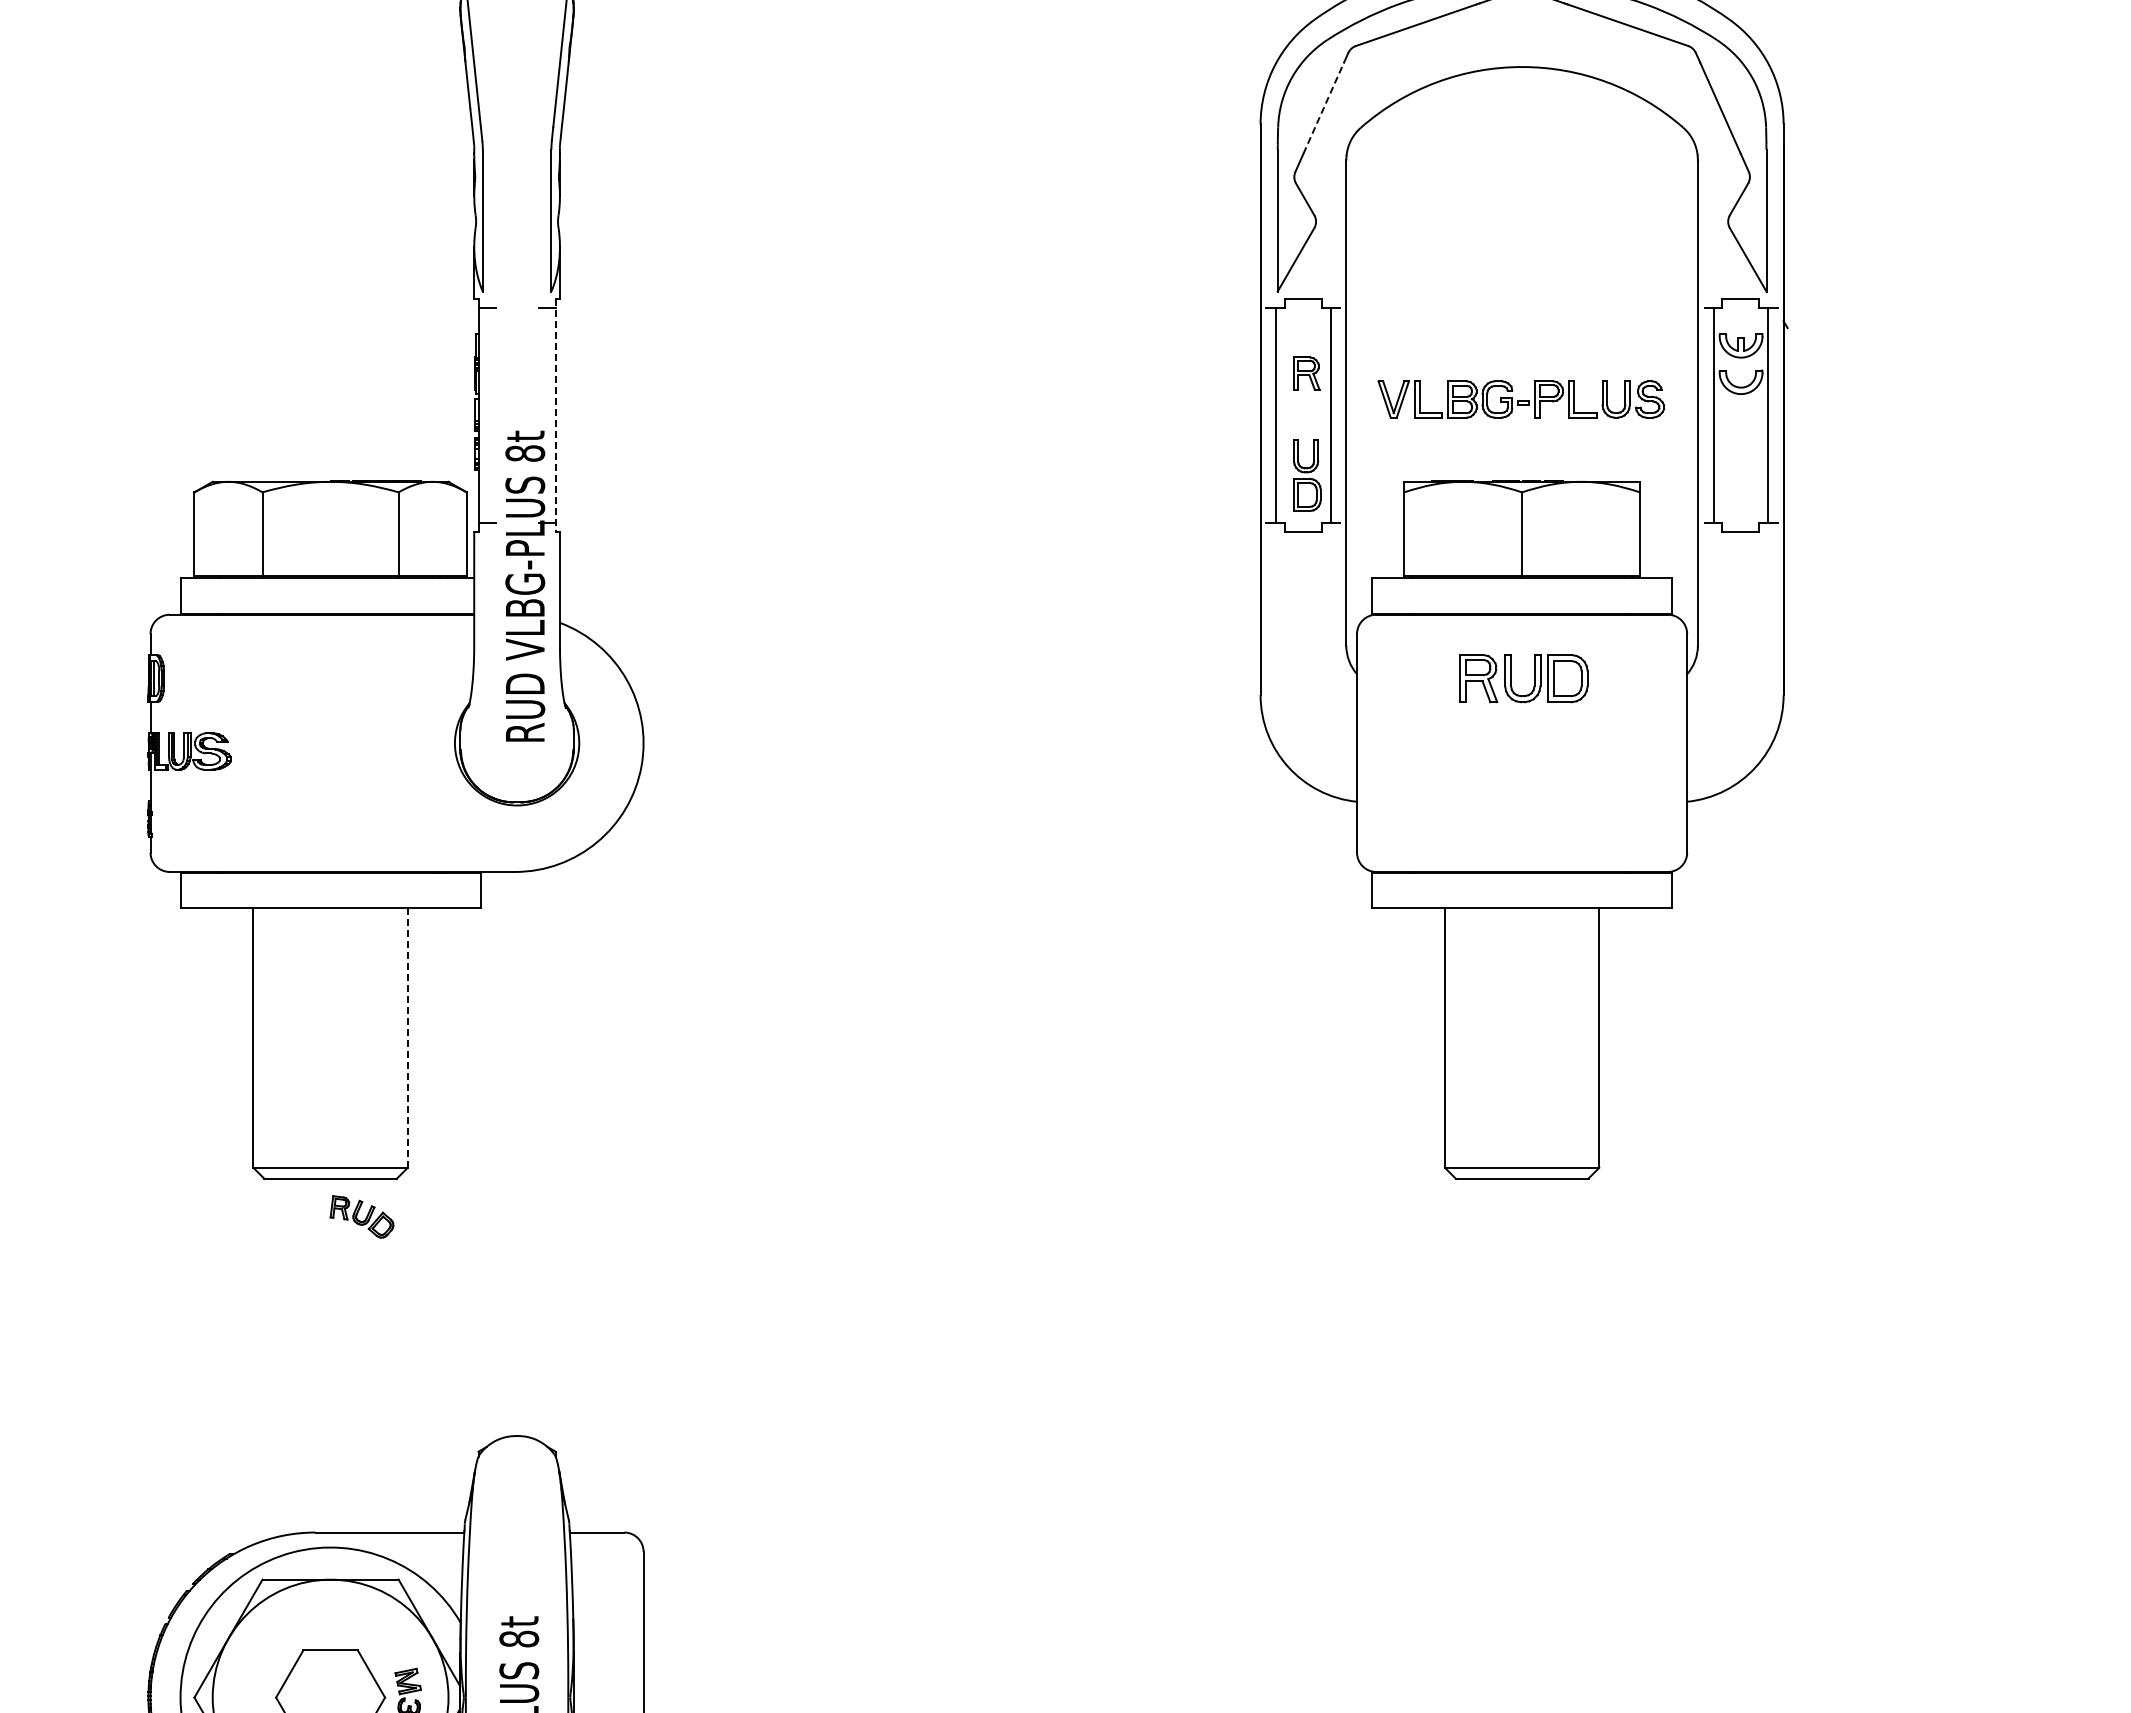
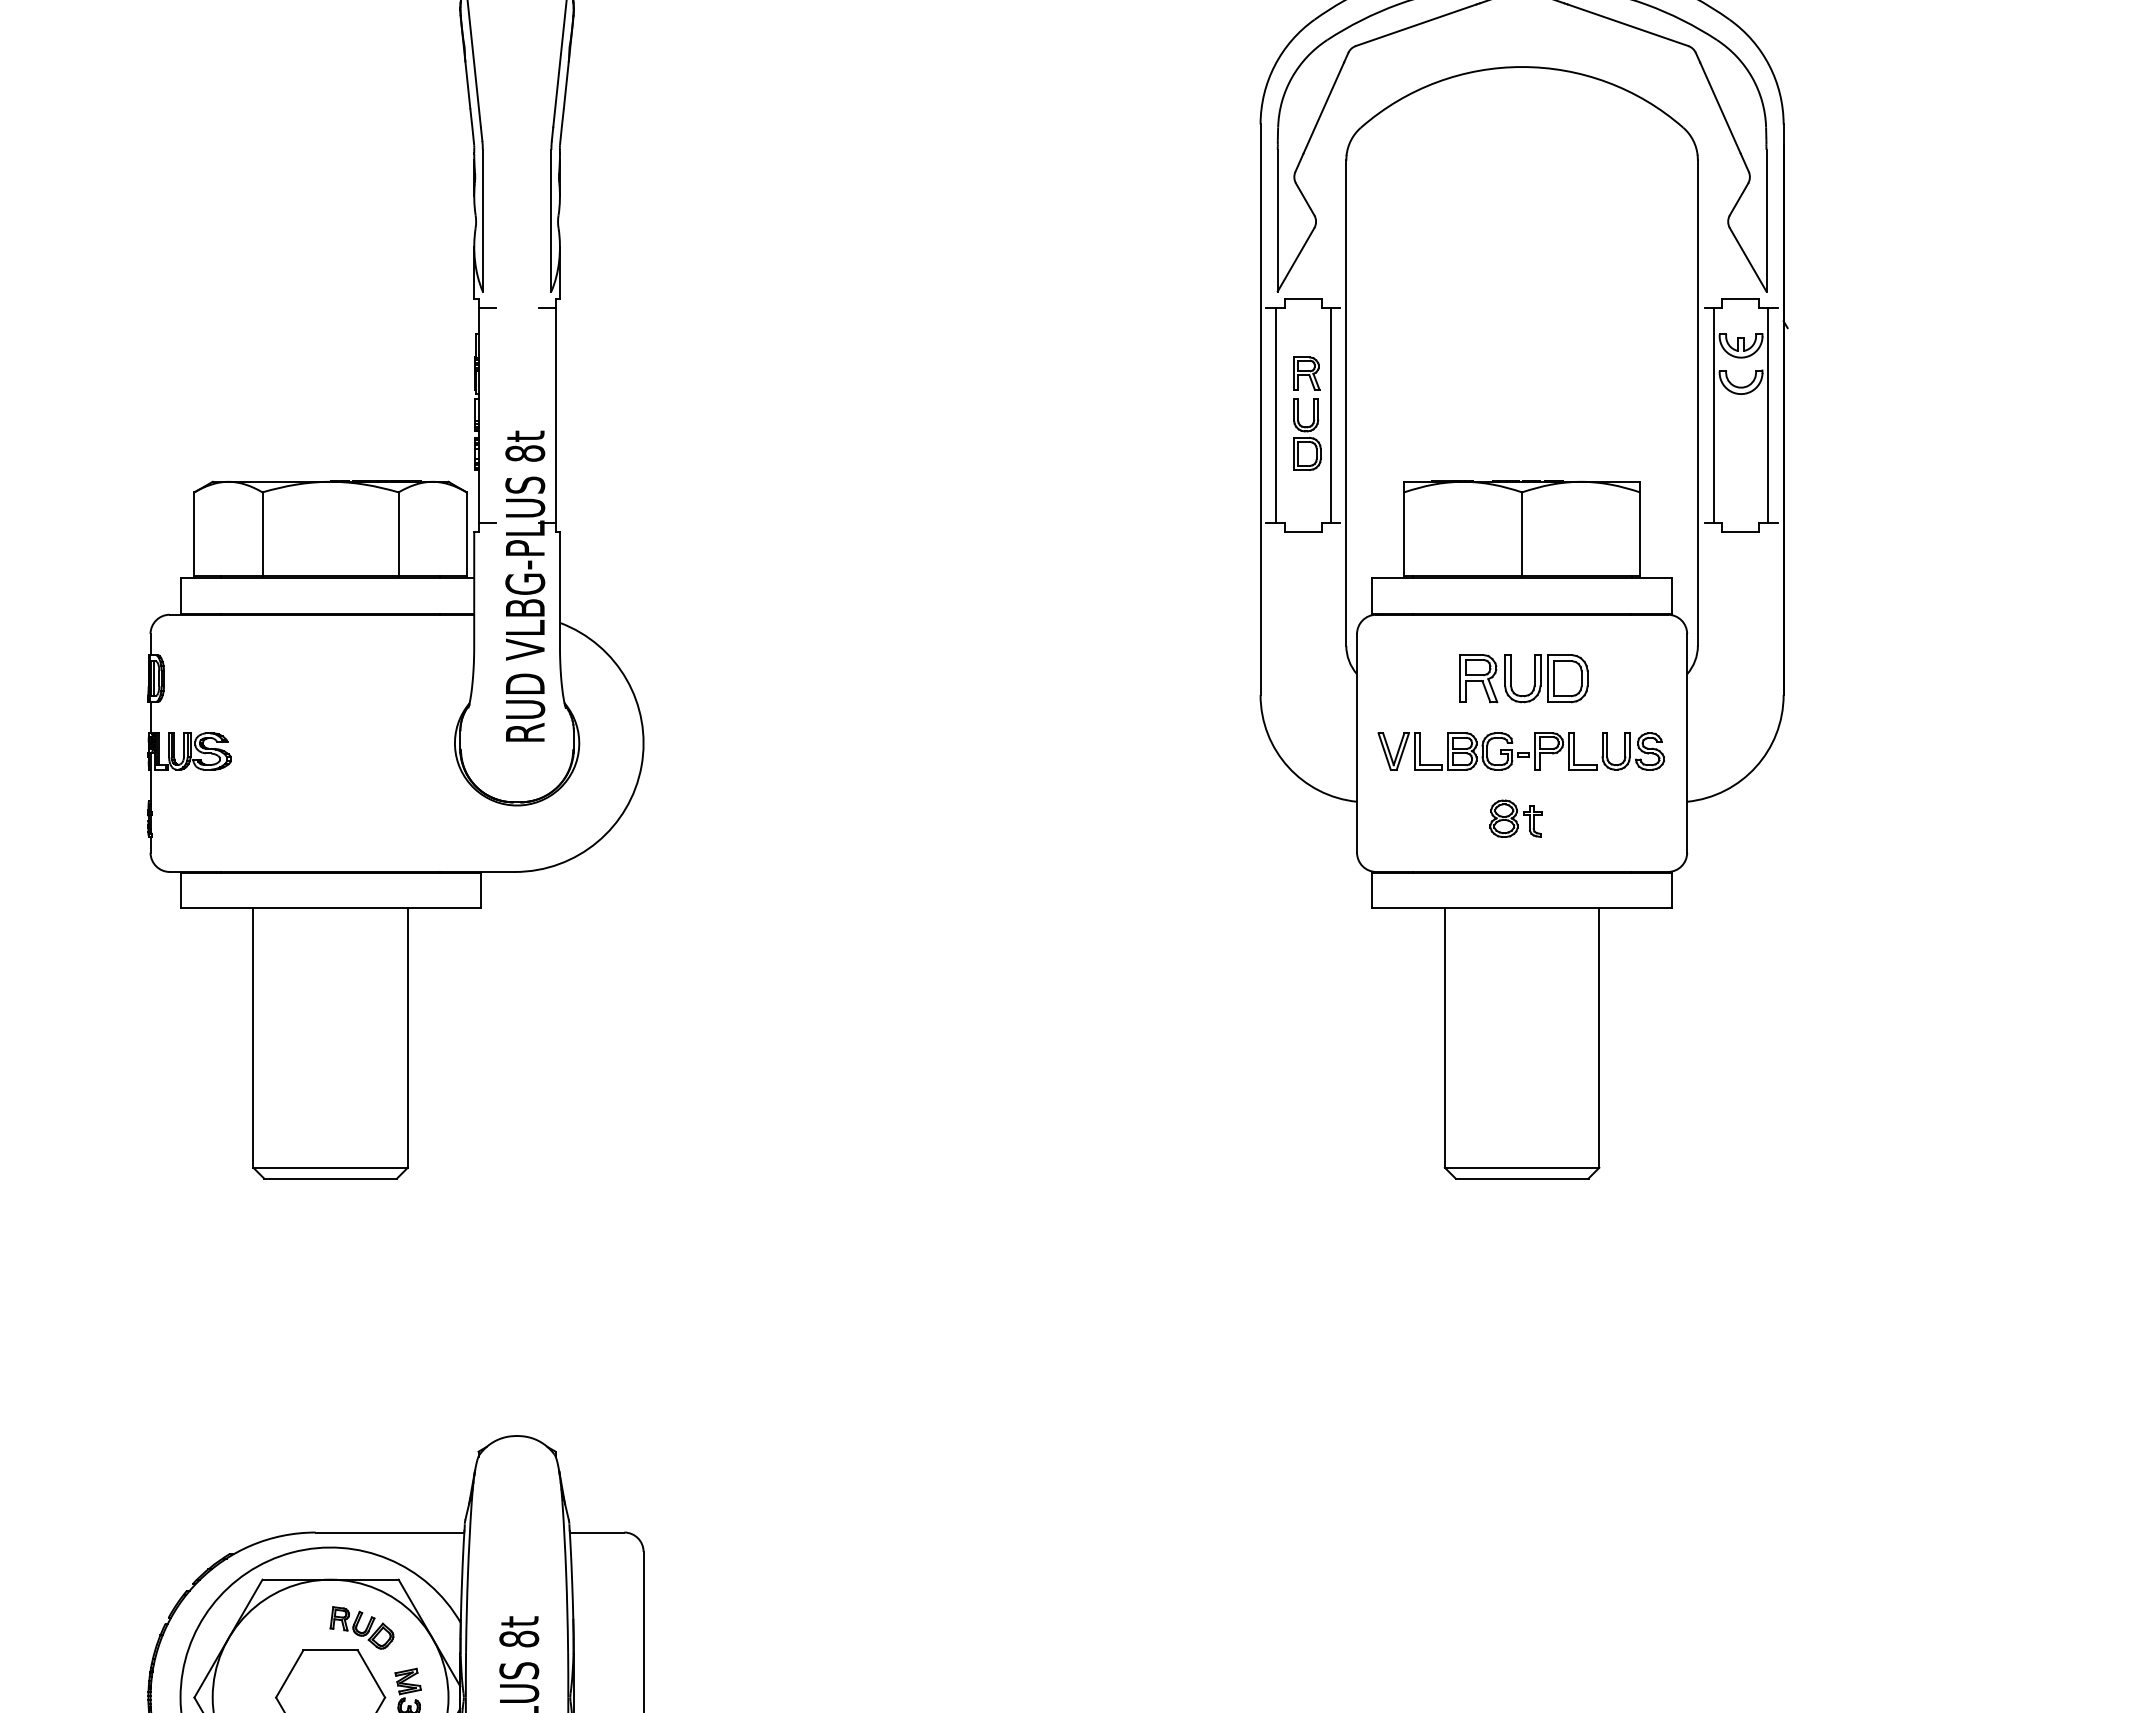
line at (1323, 108): dashed -> solid
part at (1521, 399) position: (1521, 399) -> (1521, 751)
line at (555, 415): dashed -> solid
part at (1307, 475) position: (1307, 475) -> (1307, 434)
part at (1515, 818): none -> present
line at (407, 1038): dashed -> solid
part at (361, 1216) position: (361, 1216) -> (361, 1627)
